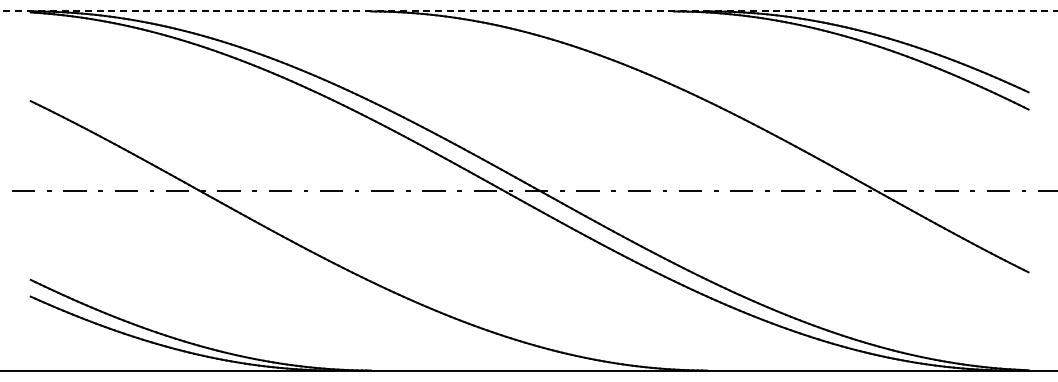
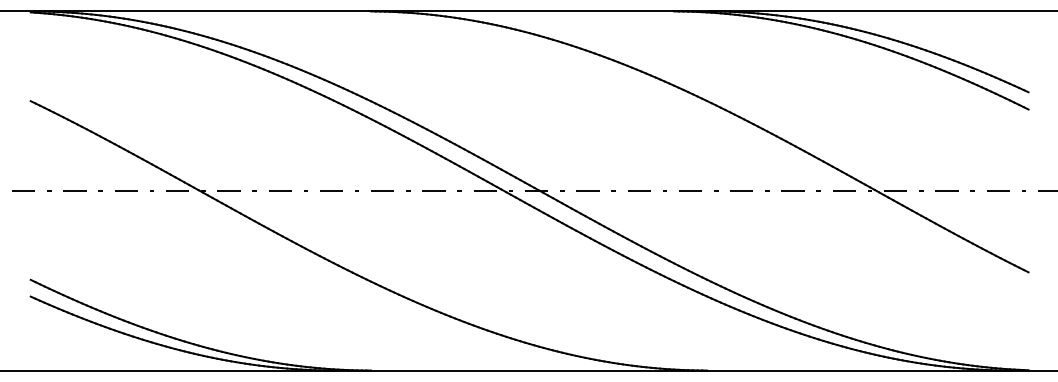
line at (529, 11): dashed -> solid
